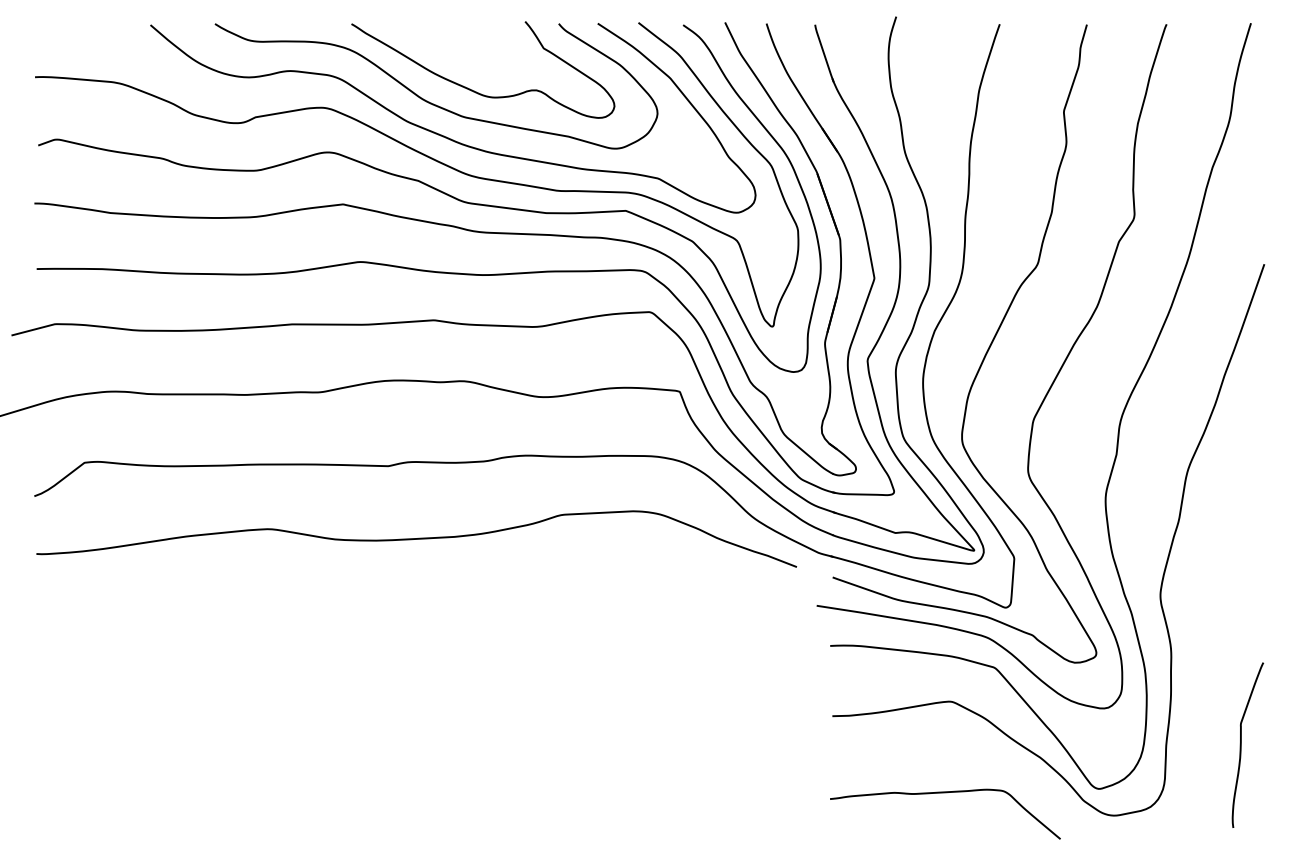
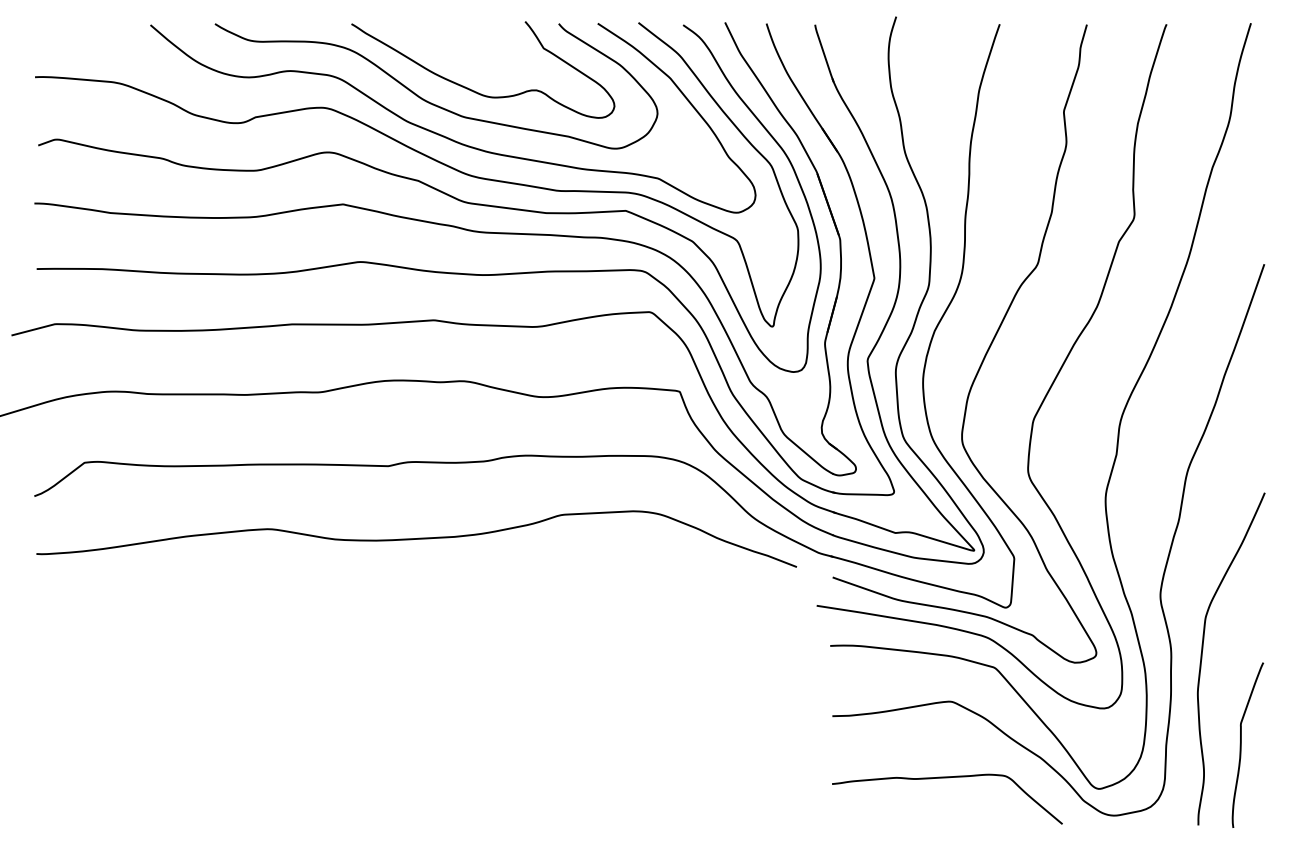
curve at (1202, 658): none -> present
curve at (945, 793) position: (945, 793) -> (947, 778)
